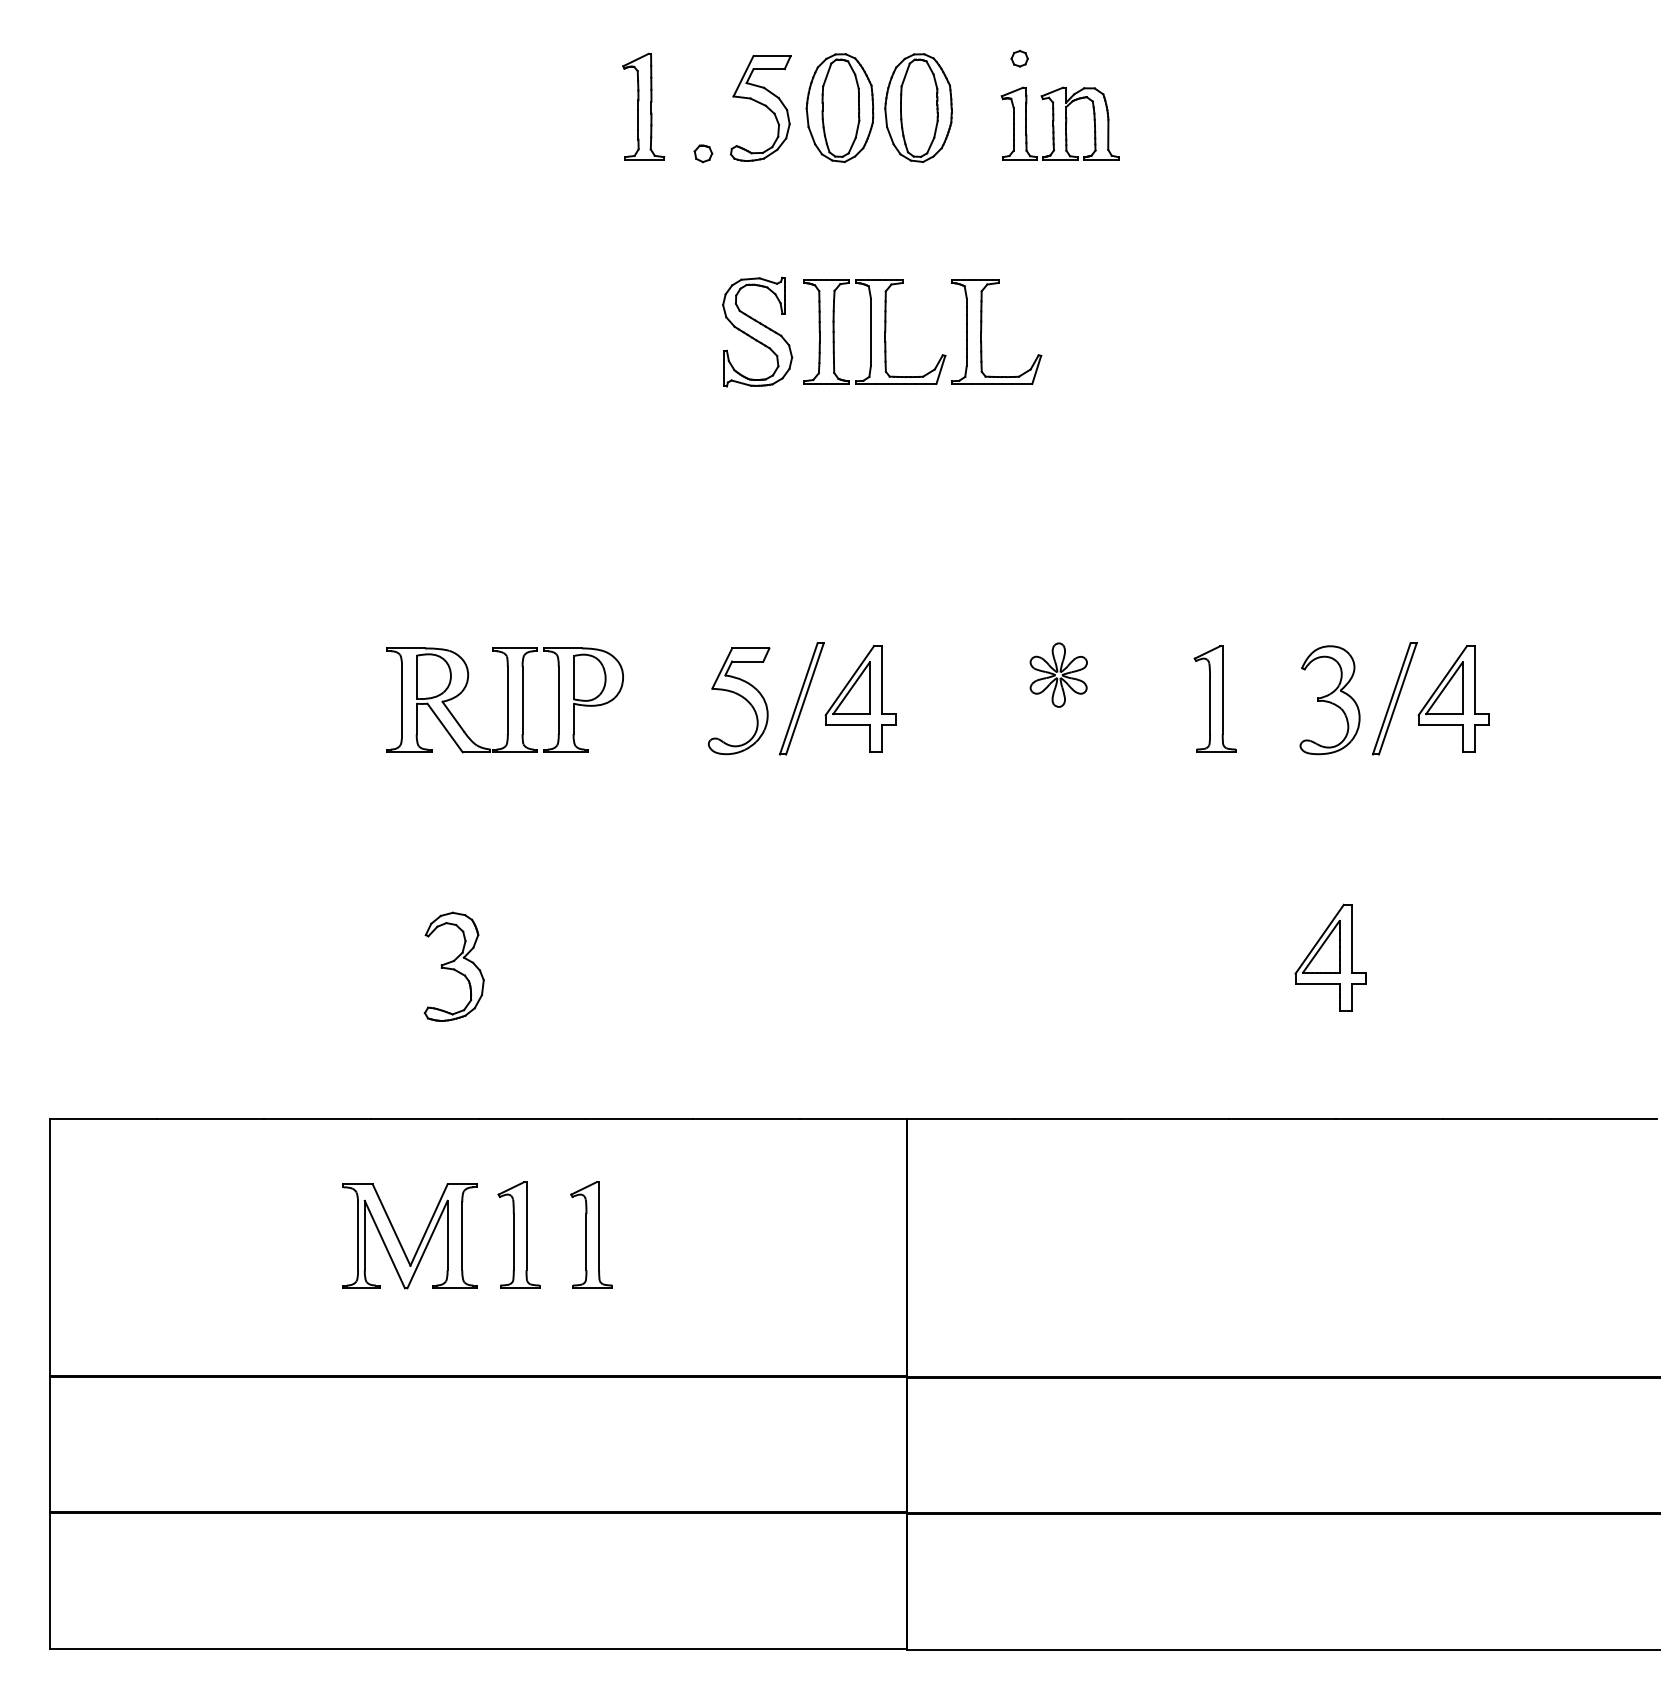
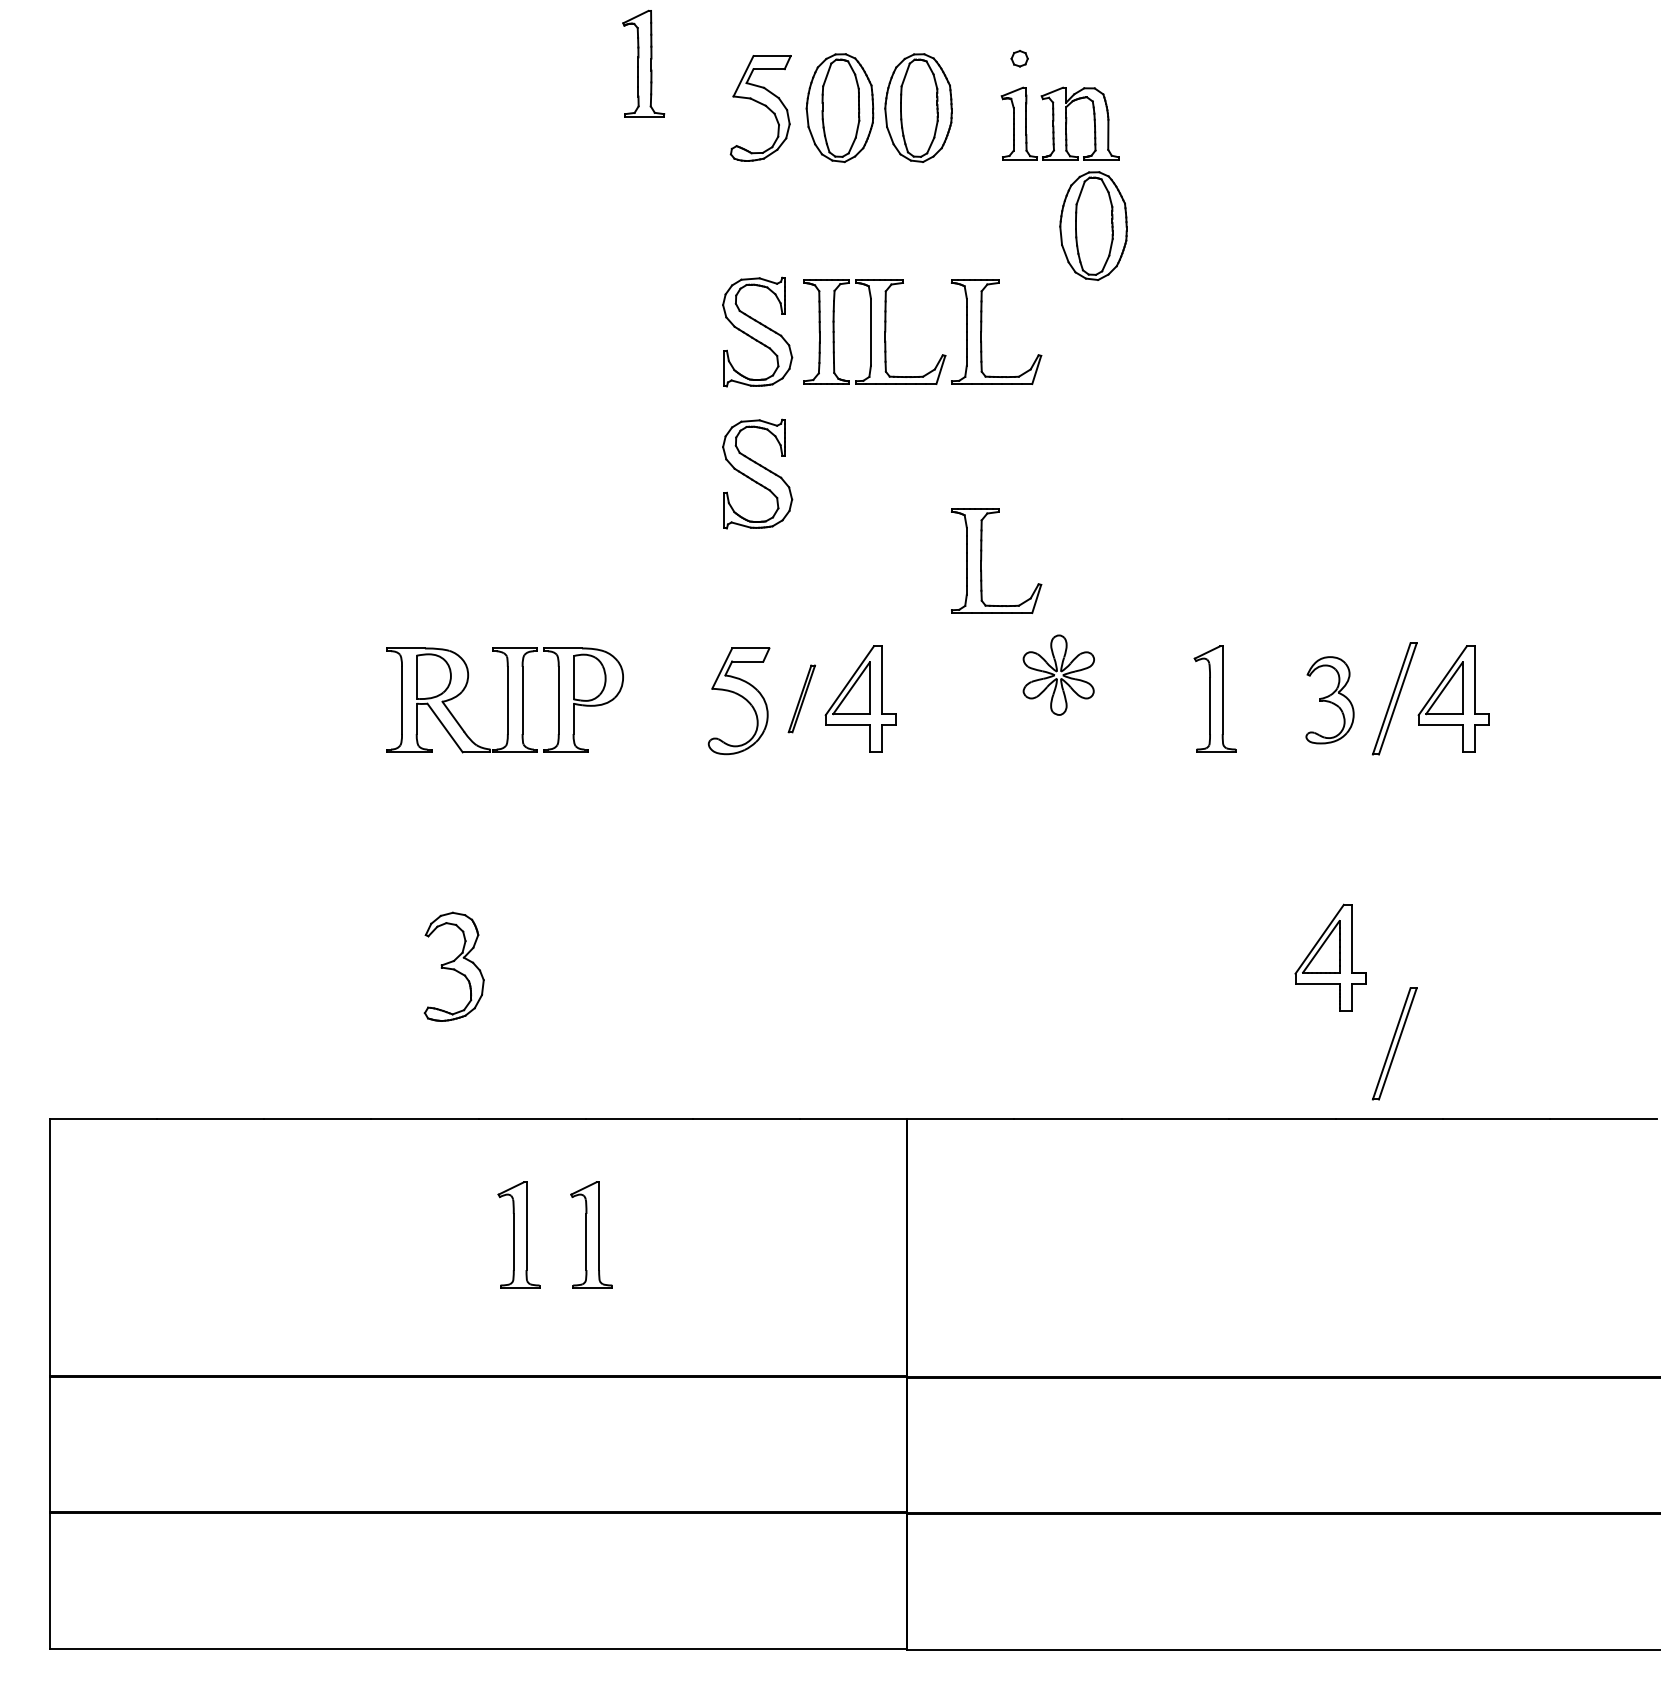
part at (643, 106) position: (643, 106) -> (643, 63)
part at (703, 153): present -> none
part at (1093, 225): none -> present
part at (757, 473): none -> present
part at (982, 558): none -> present
part at (1058, 674) size: 59x66 px -> 73x82 px
part at (801, 698) size: 46x114 px -> 29x70 px
part at (1329, 700) size: 62x111 px -> 50x89 px
part at (1394, 1043): none -> present
part at (400, 1241): present -> none
